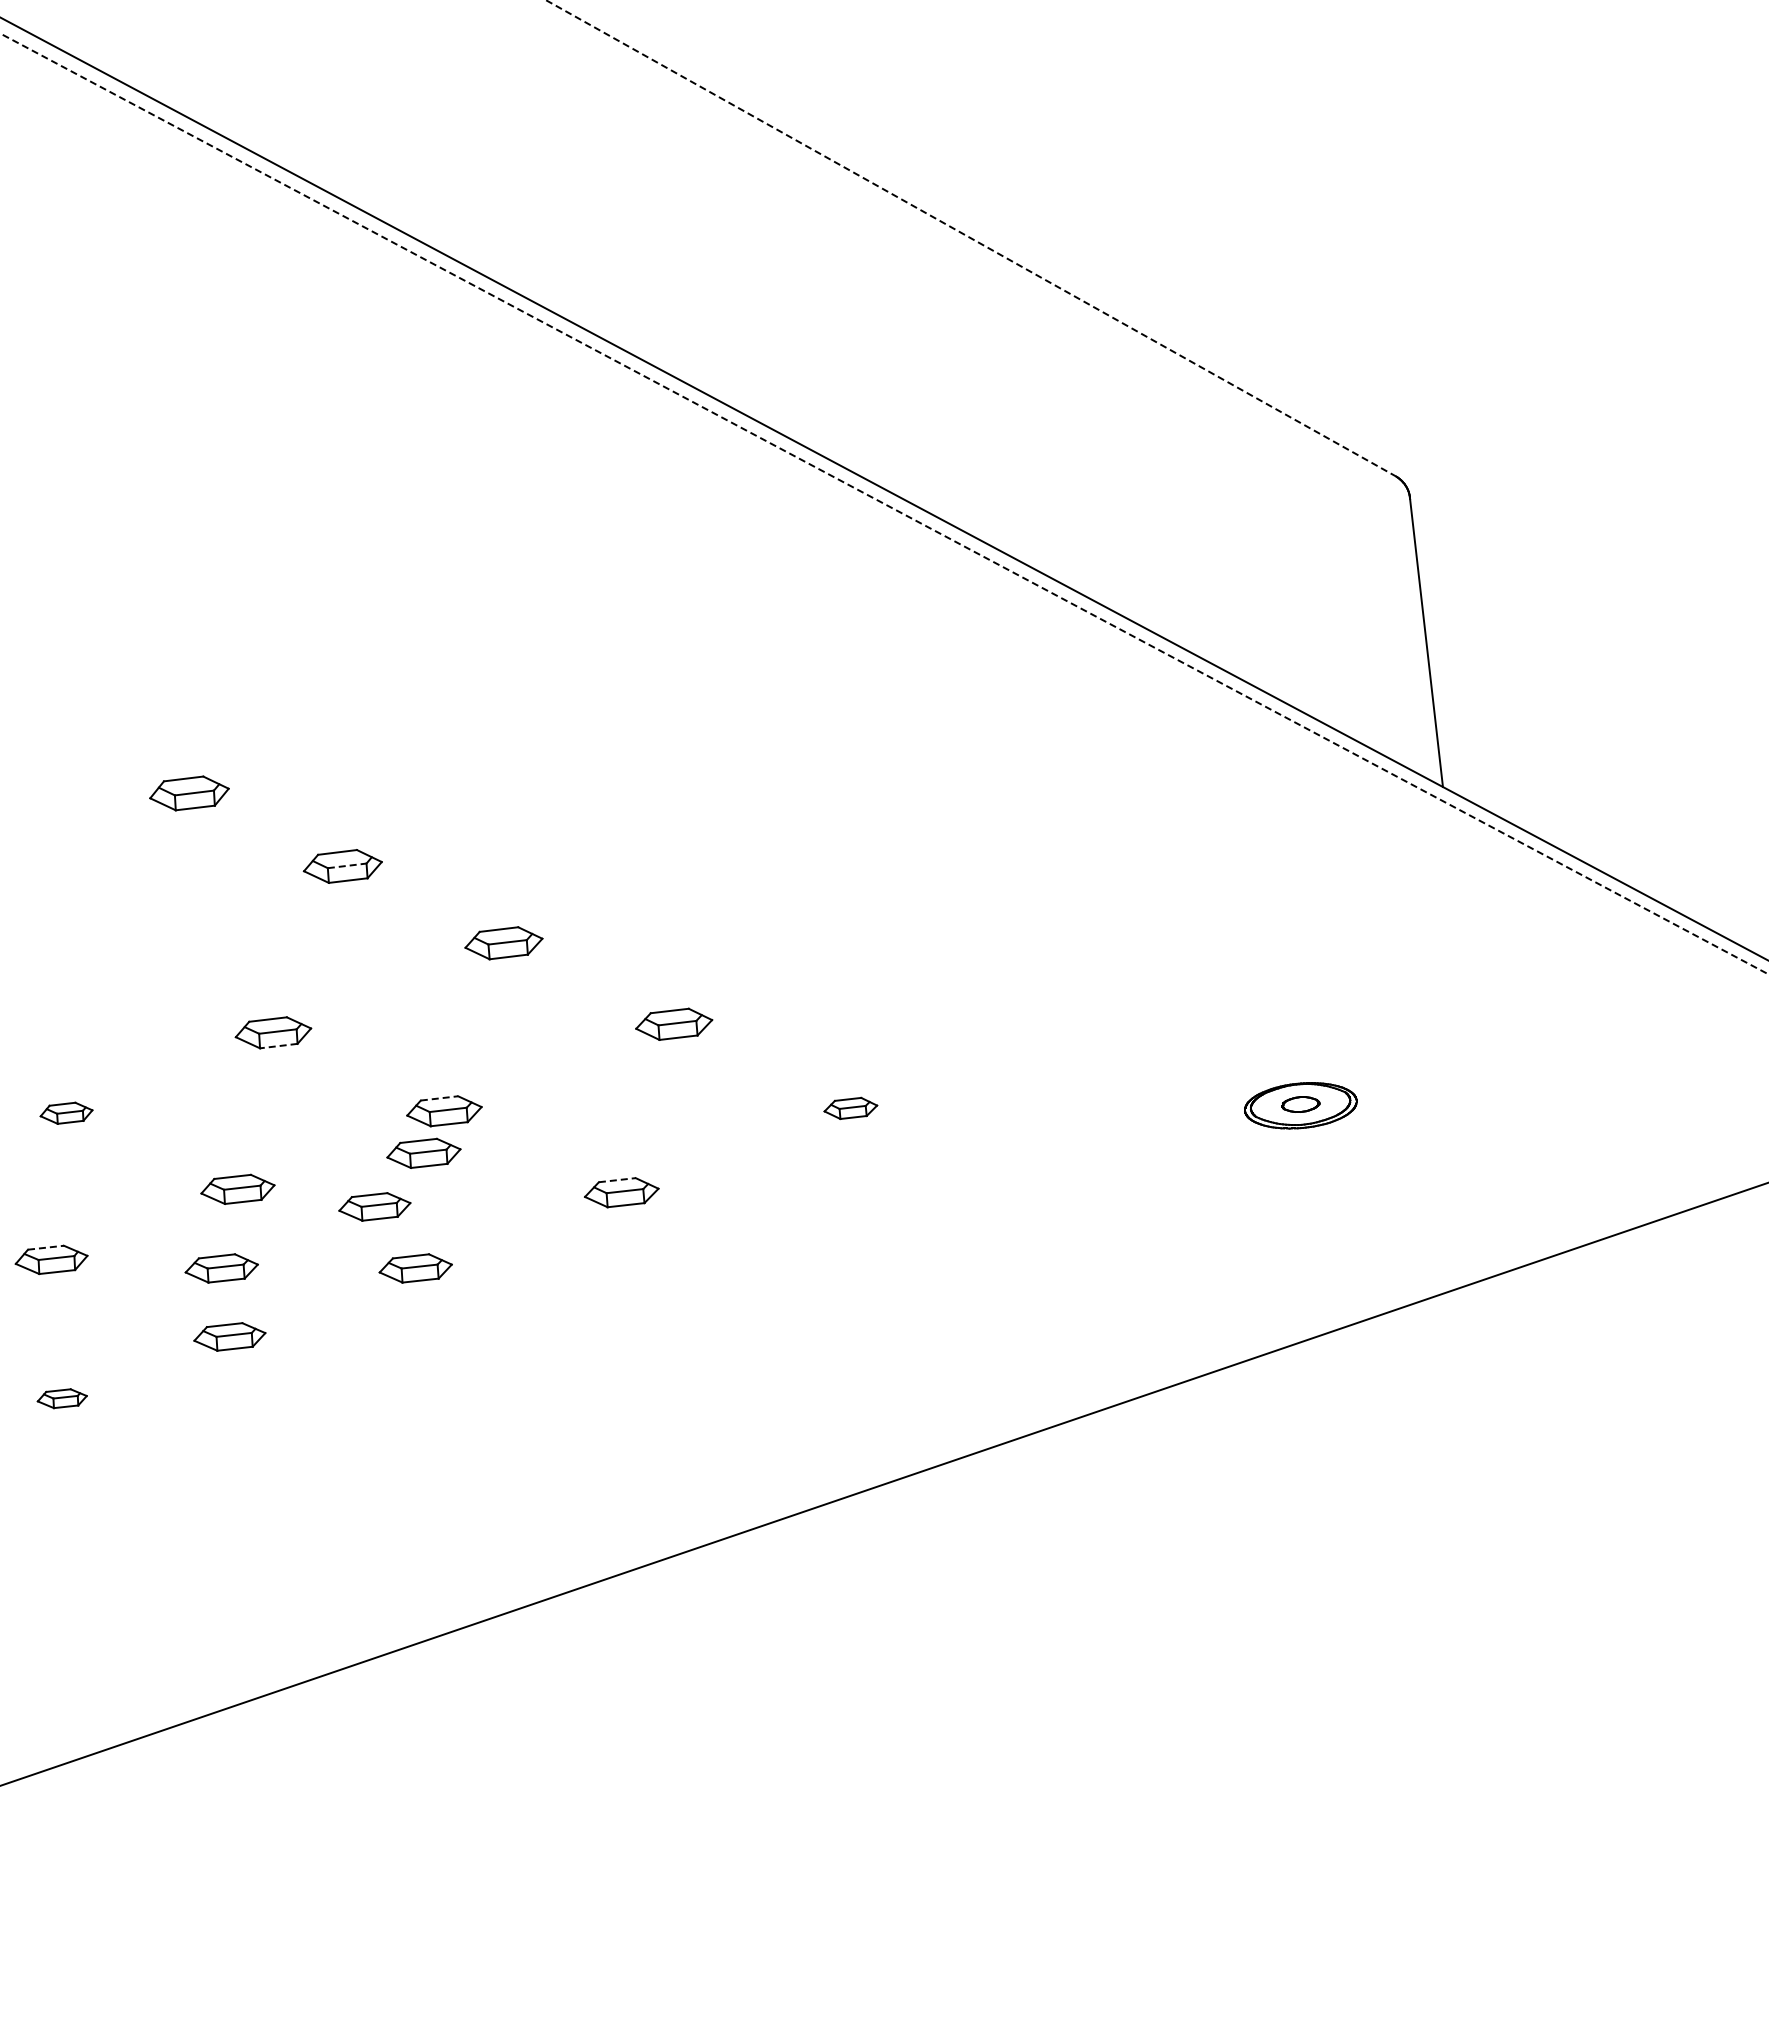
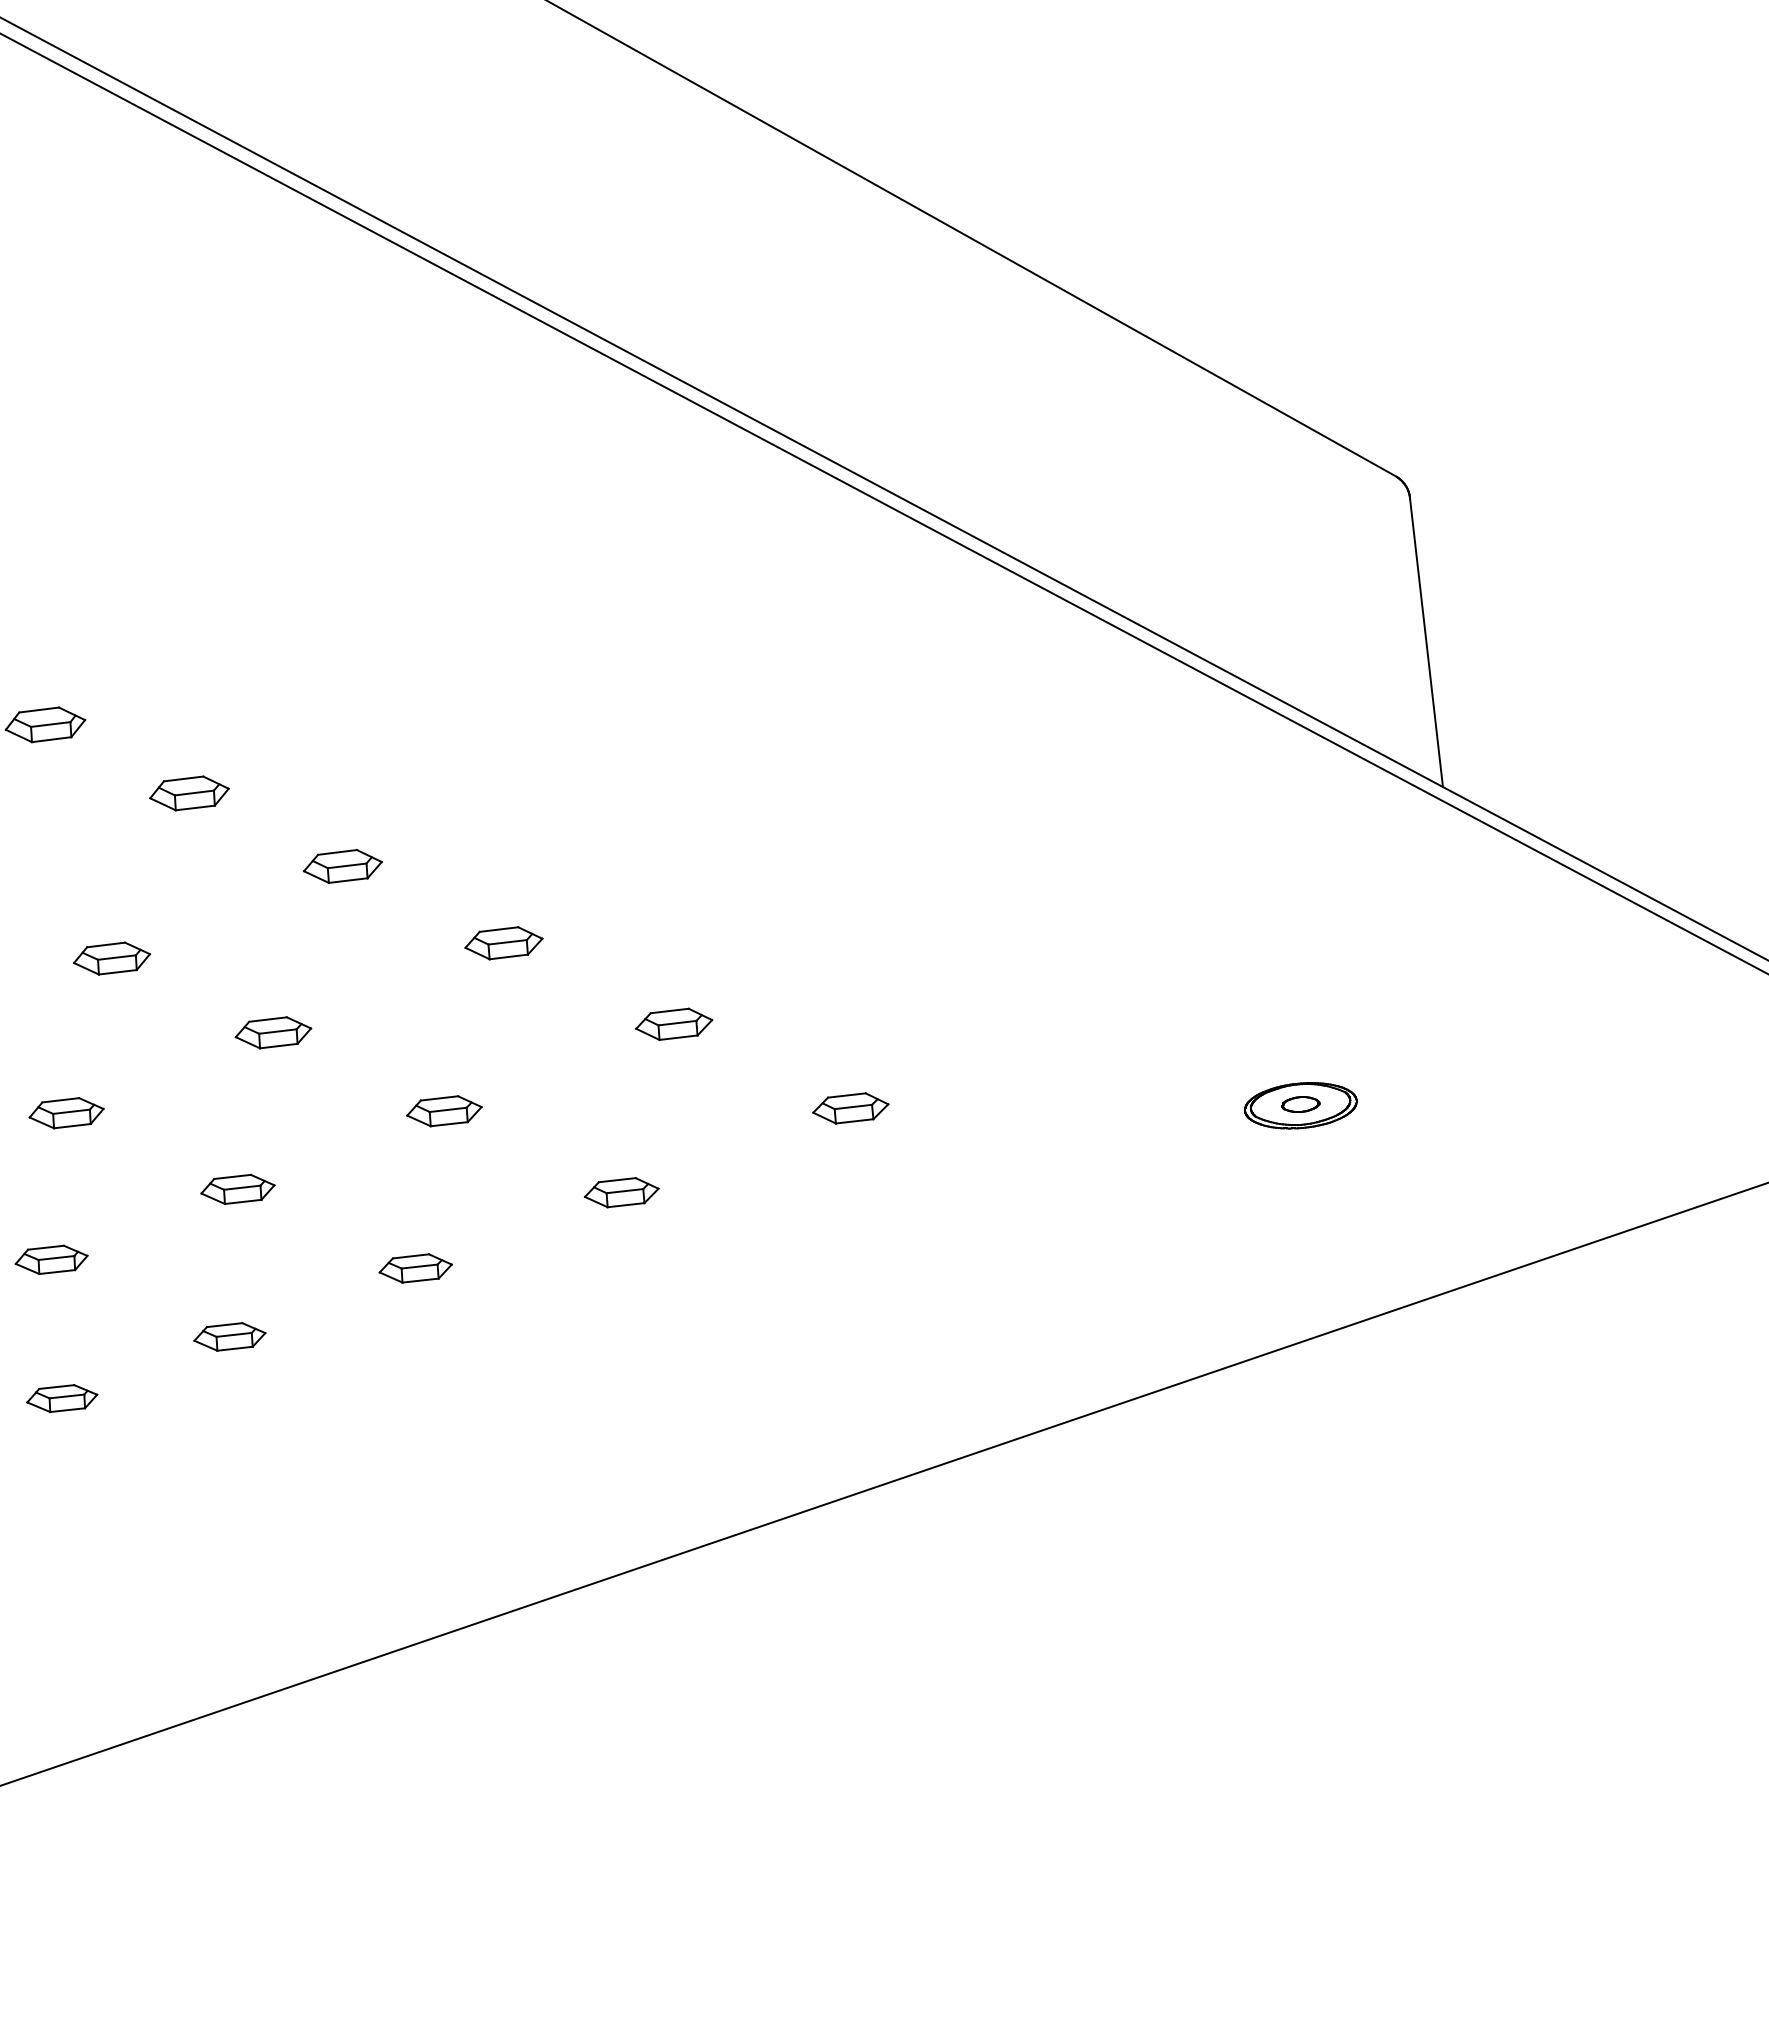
line at (971, 238): dashed -> solid
line at (885, 504): dashed -> solid
part at (45, 724): none -> present
line at (347, 865): dashed -> solid
part at (111, 958): none -> present
line at (278, 1046): dashed -> solid
line at (439, 1098): dashed -> solid
part at (850, 1107) size: 56x24 px -> 78x33 px
part at (66, 1112) size: 55x24 px -> 77x33 px
part at (423, 1152): present -> none
line at (617, 1180): dashed -> solid
part at (374, 1206): present -> none
line at (46, 1247): dashed -> solid
part at (221, 1268): present -> none
part at (61, 1398) size: 52x22 px -> 73x30 px
